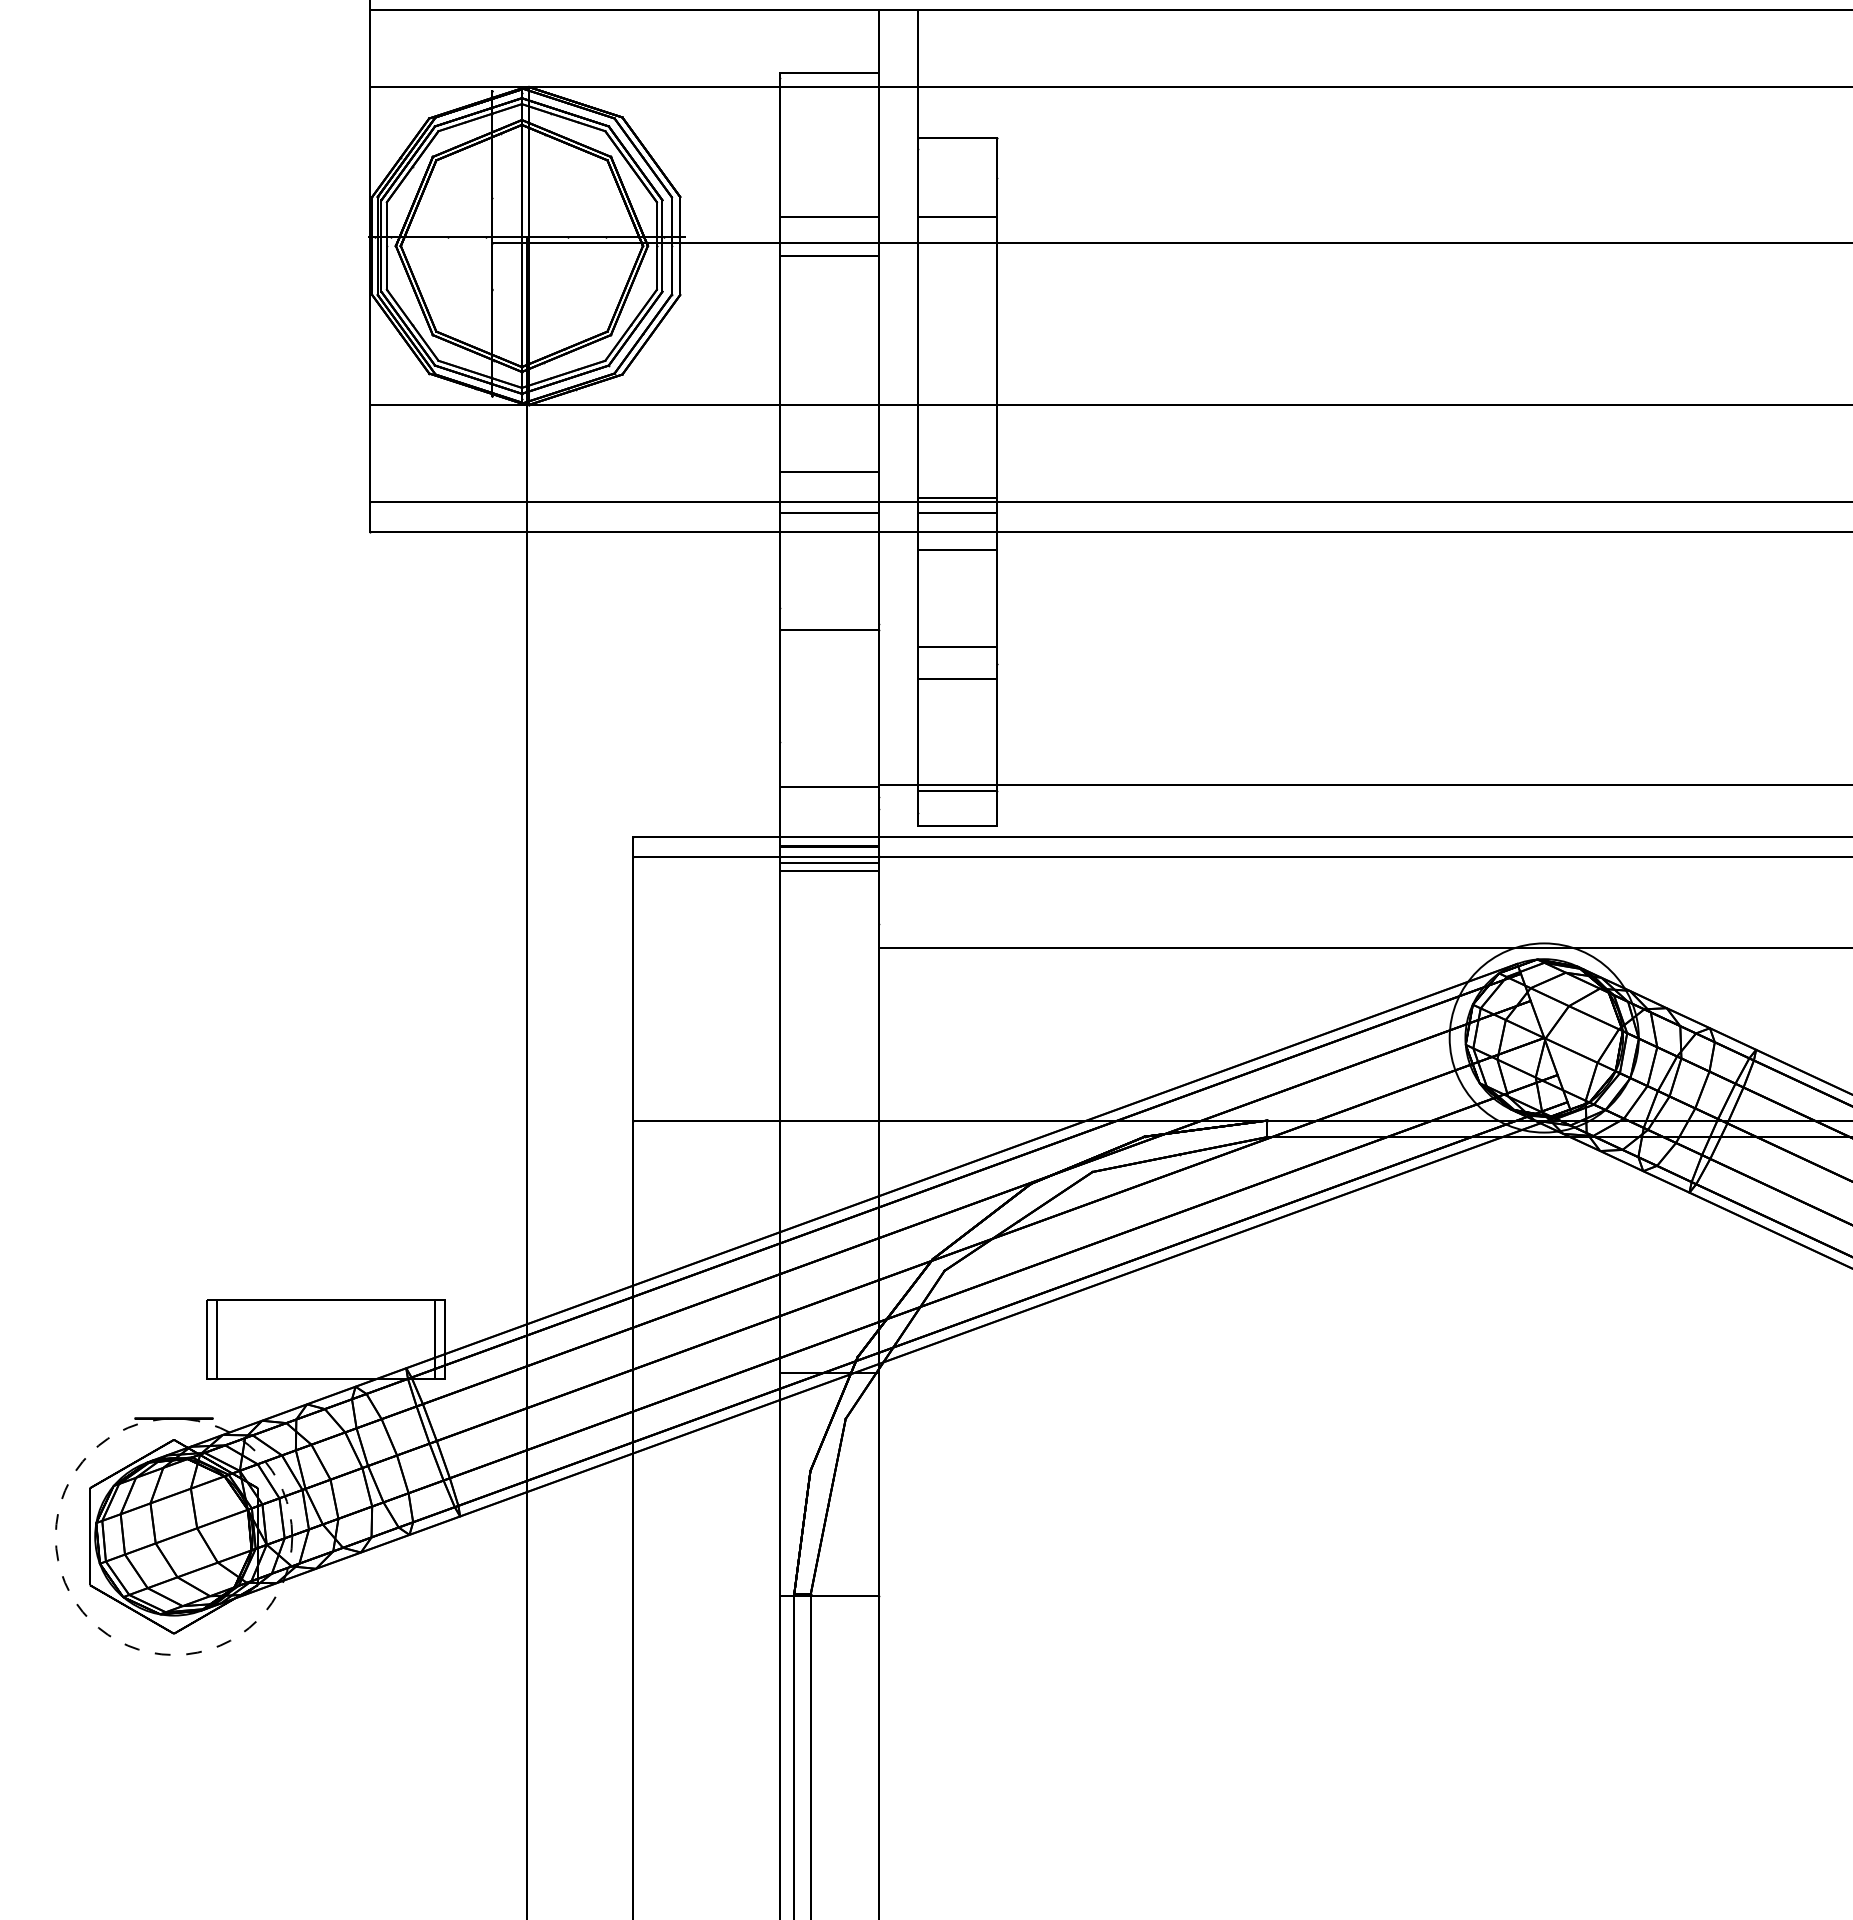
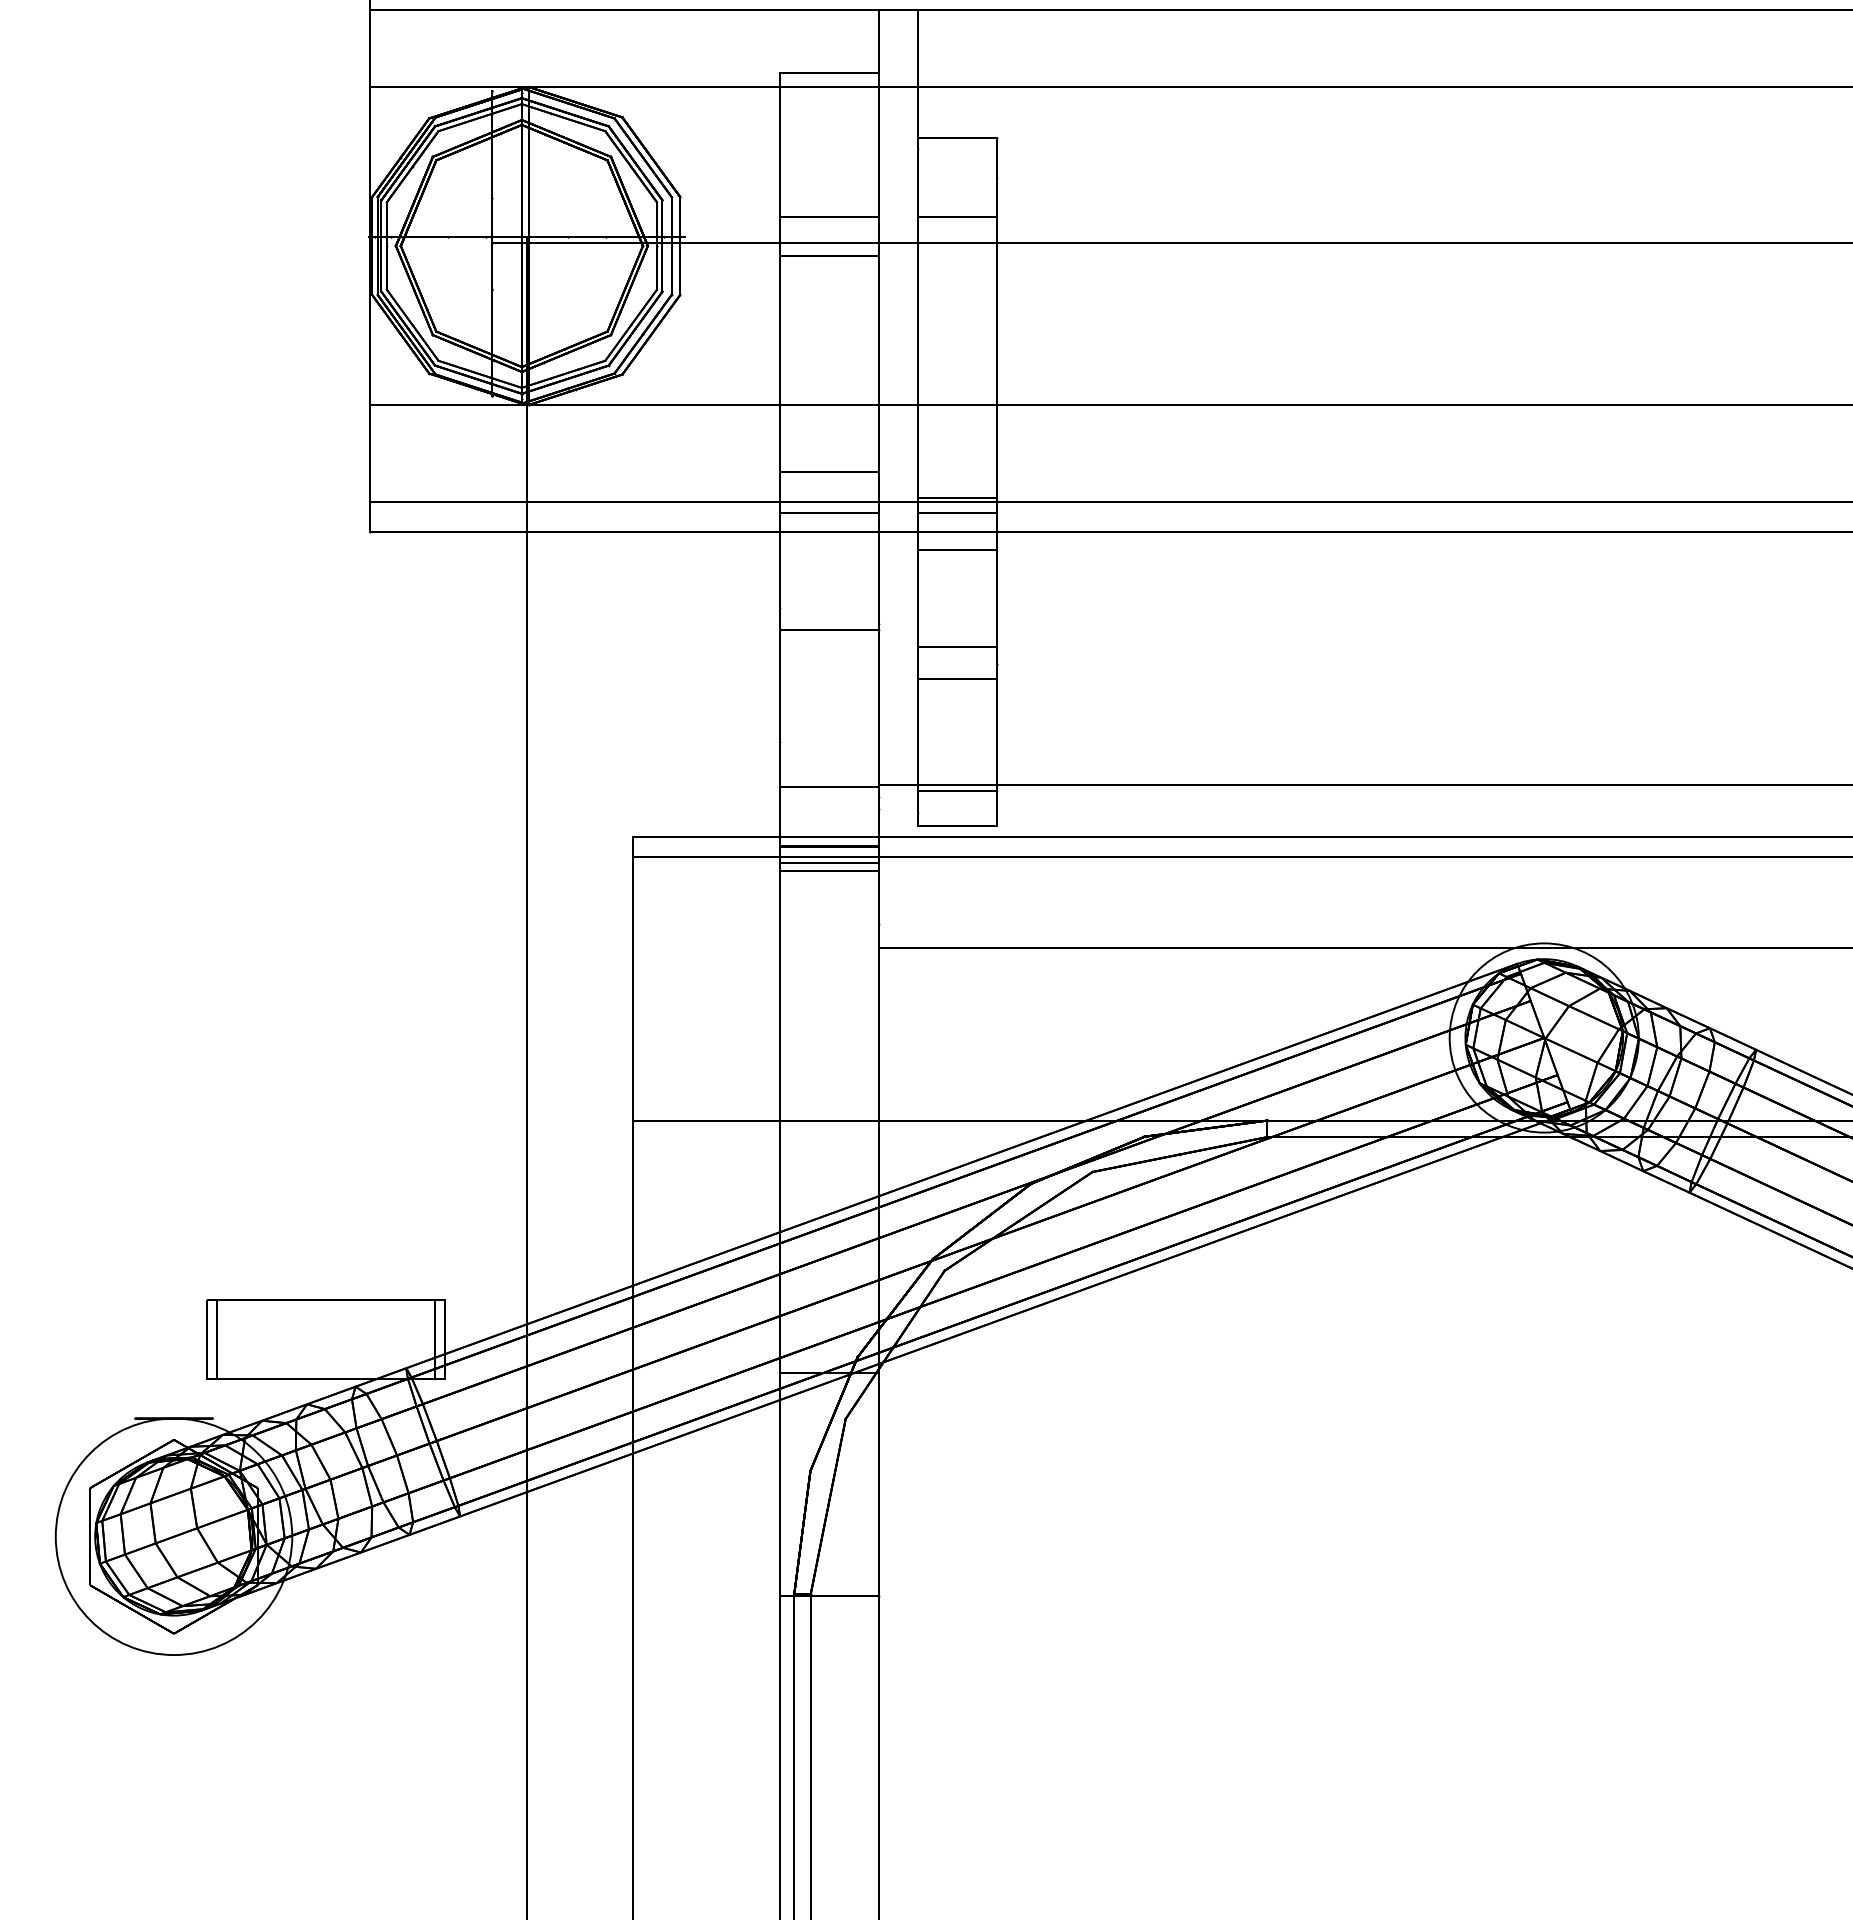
circle at (173, 1536): dashed -> solid
